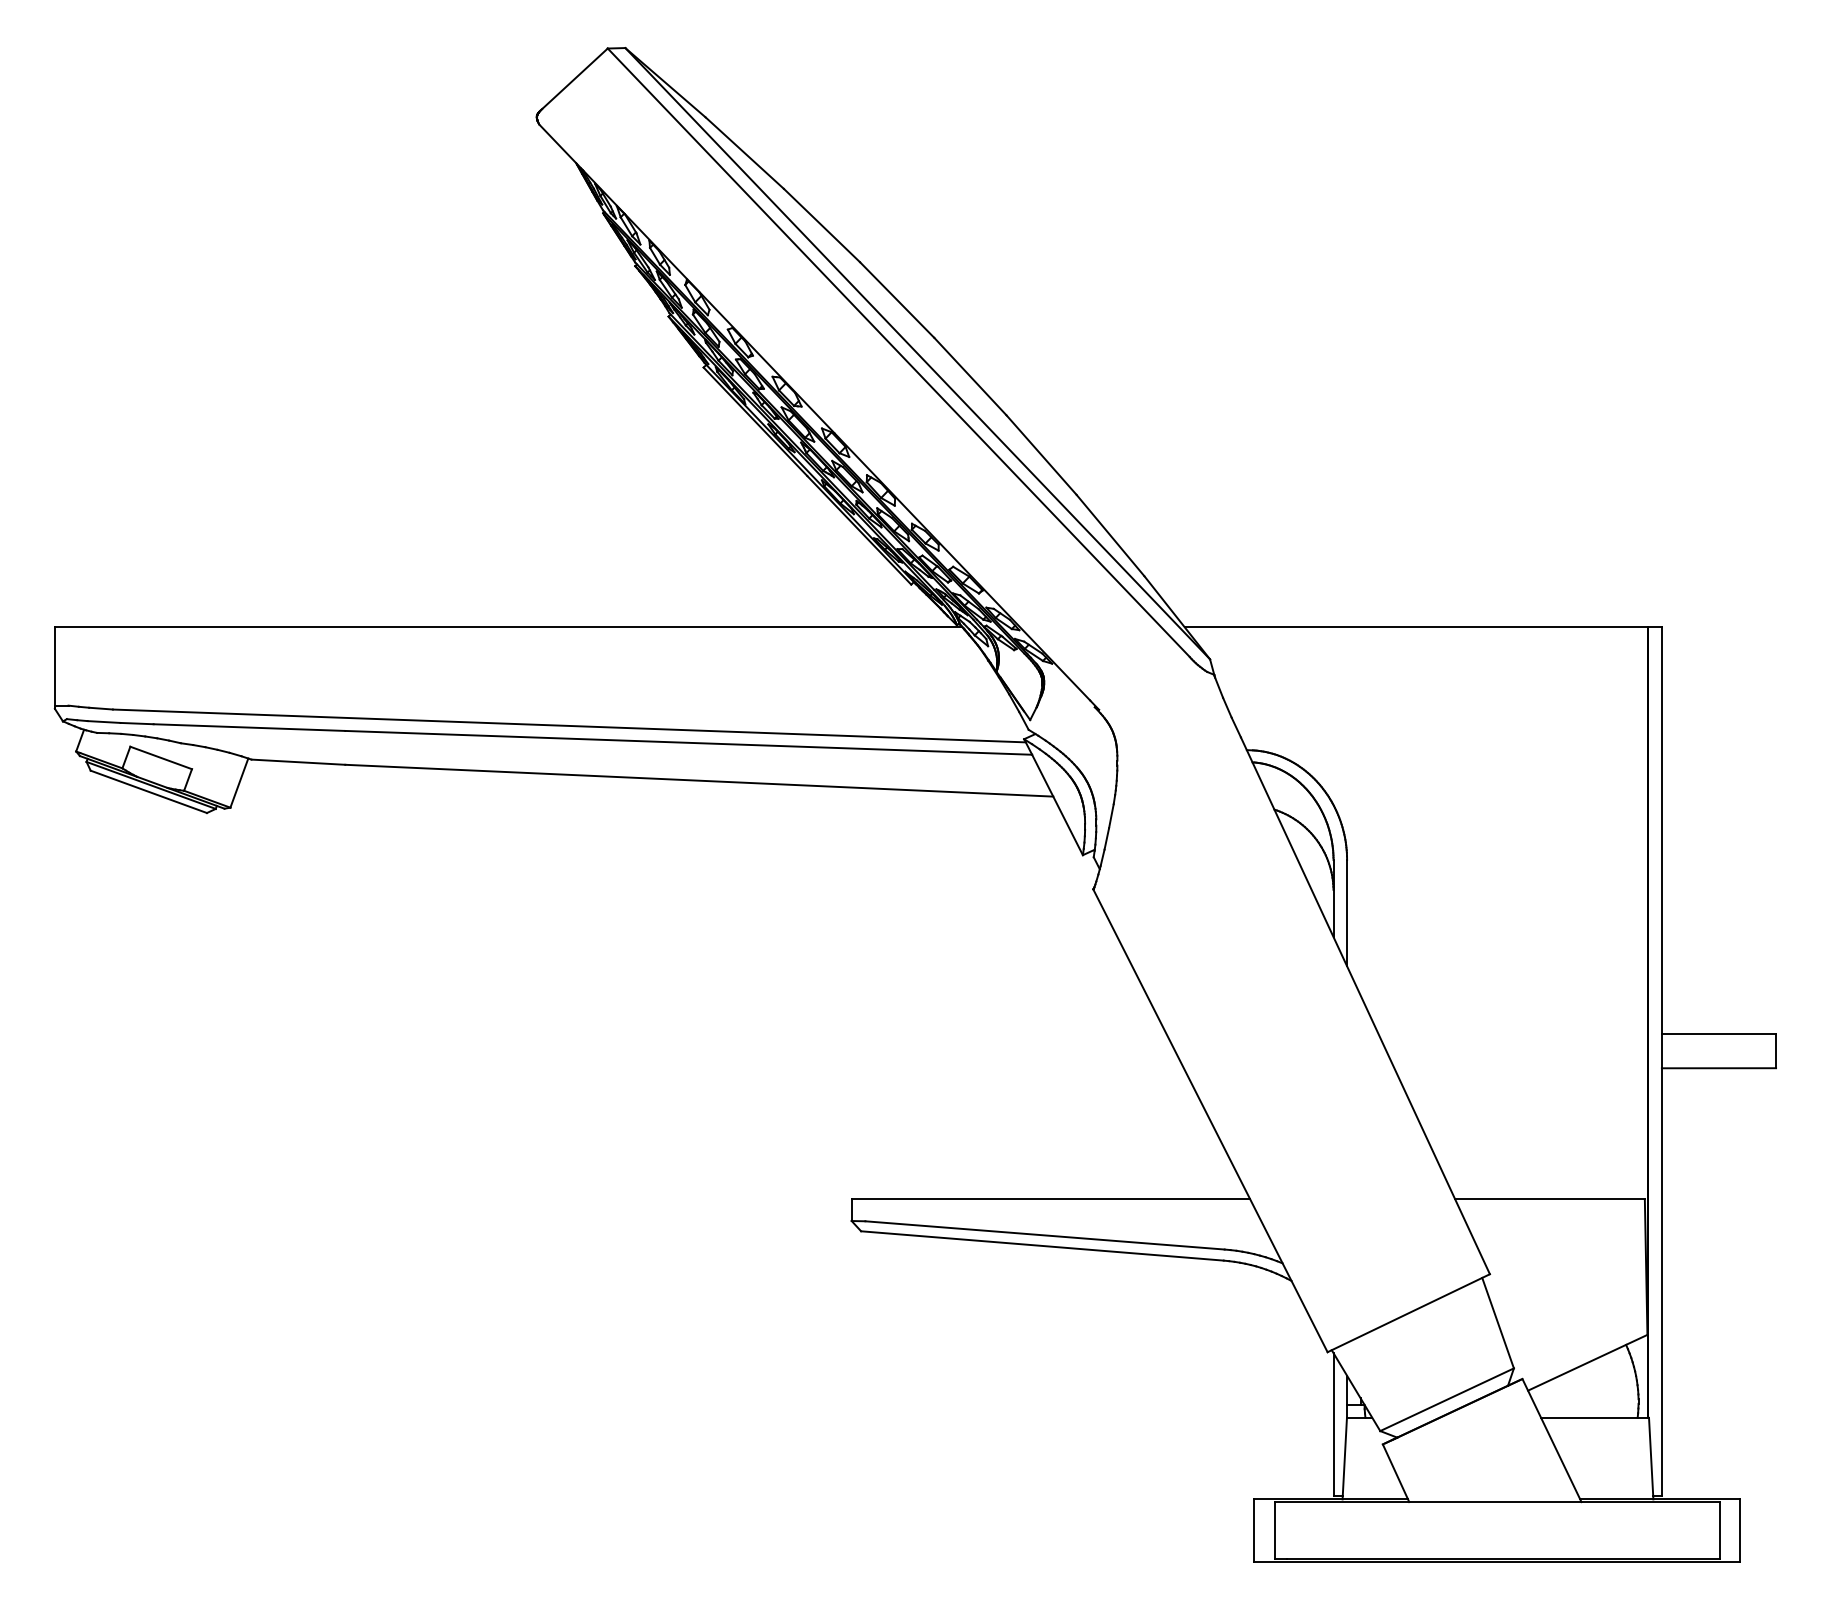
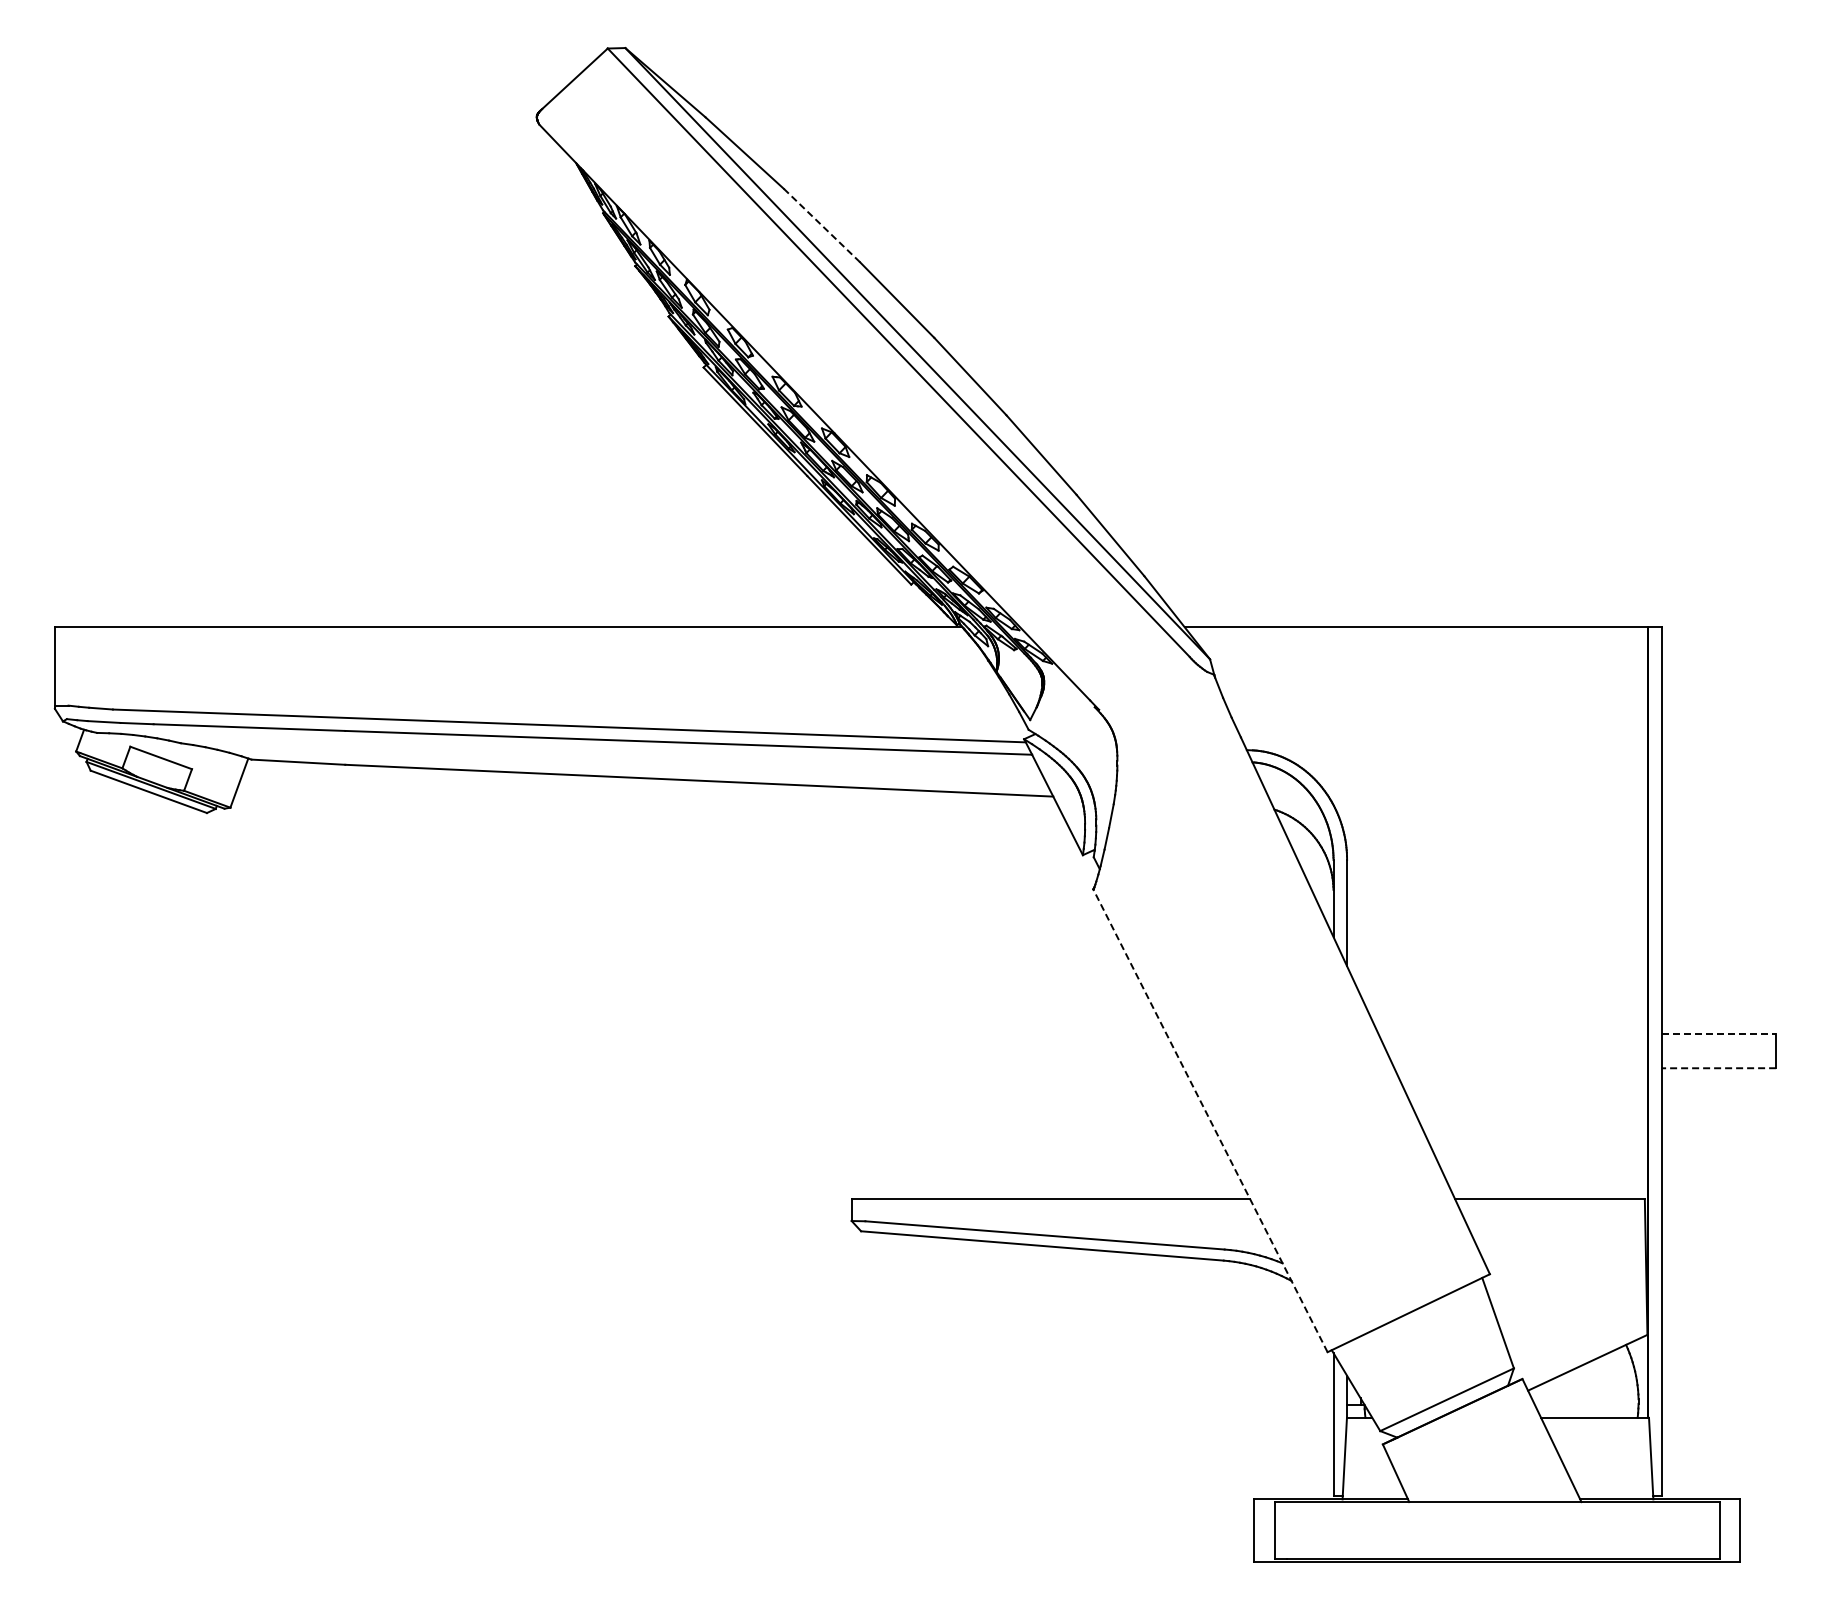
line at (821, 225): solid -> dashed
line at (1719, 1034): solid -> dashed
line at (1718, 1068): solid -> dashed
line at (1210, 1120): solid -> dashed
